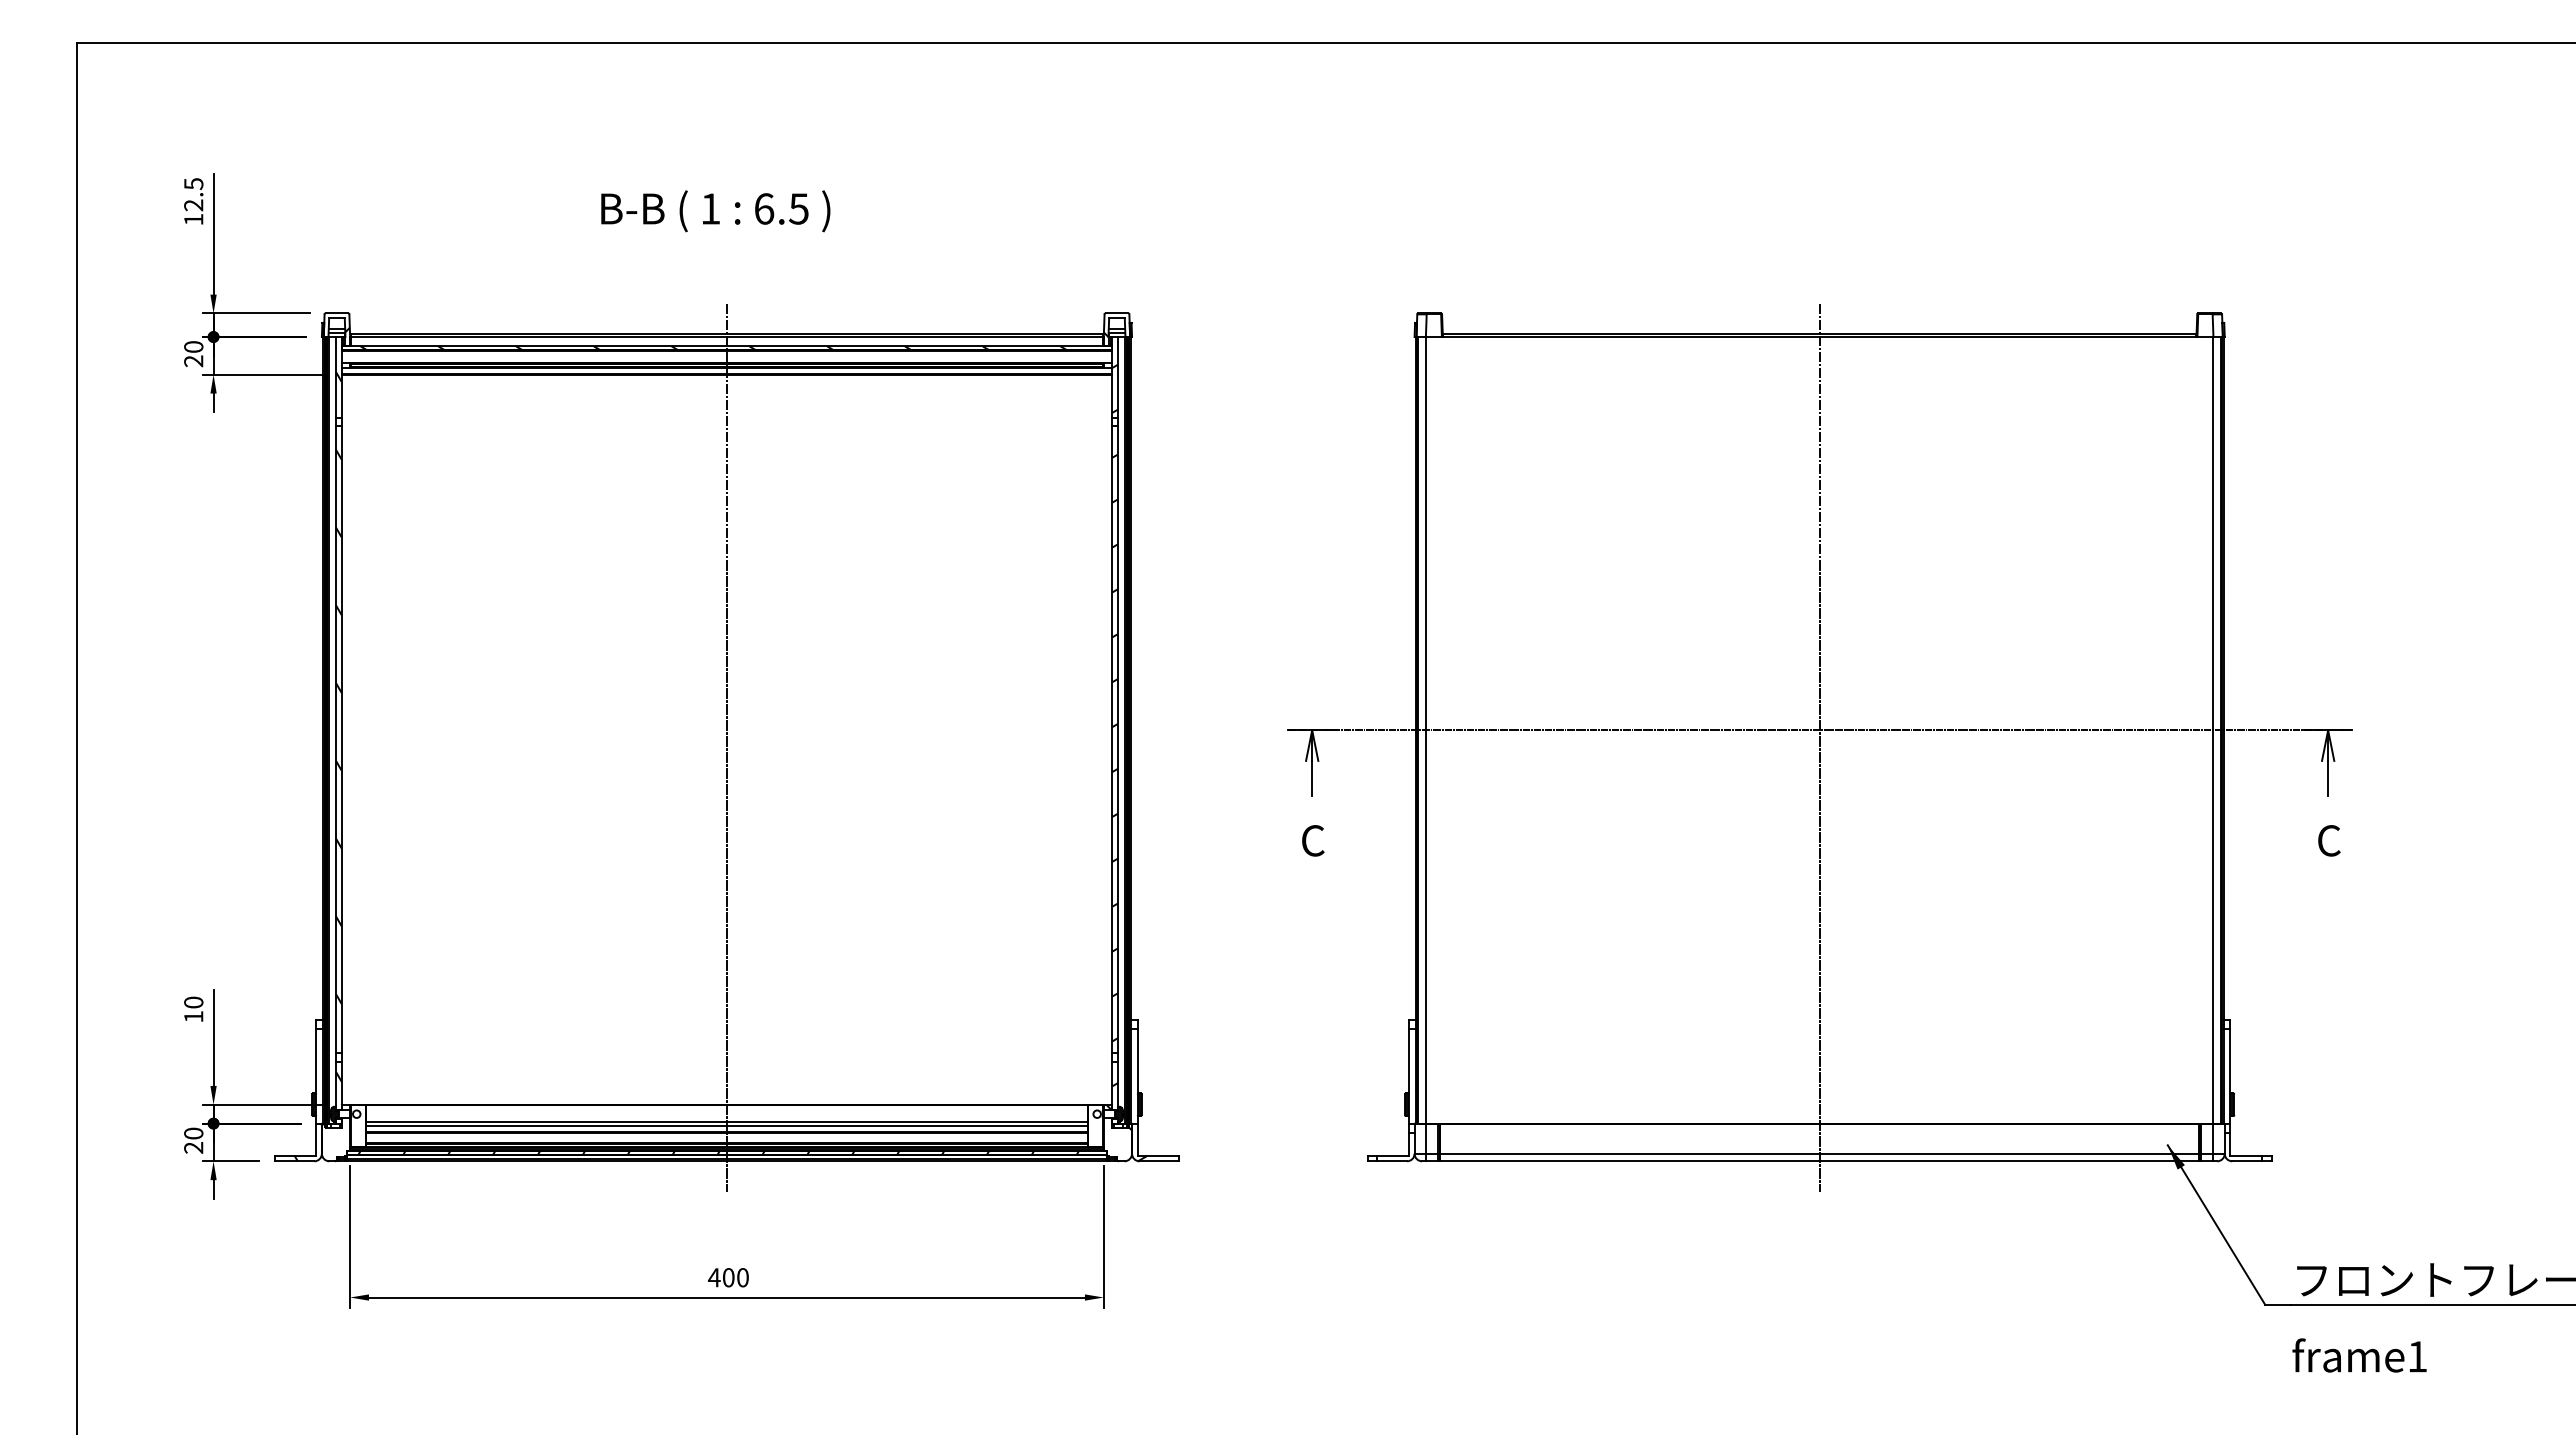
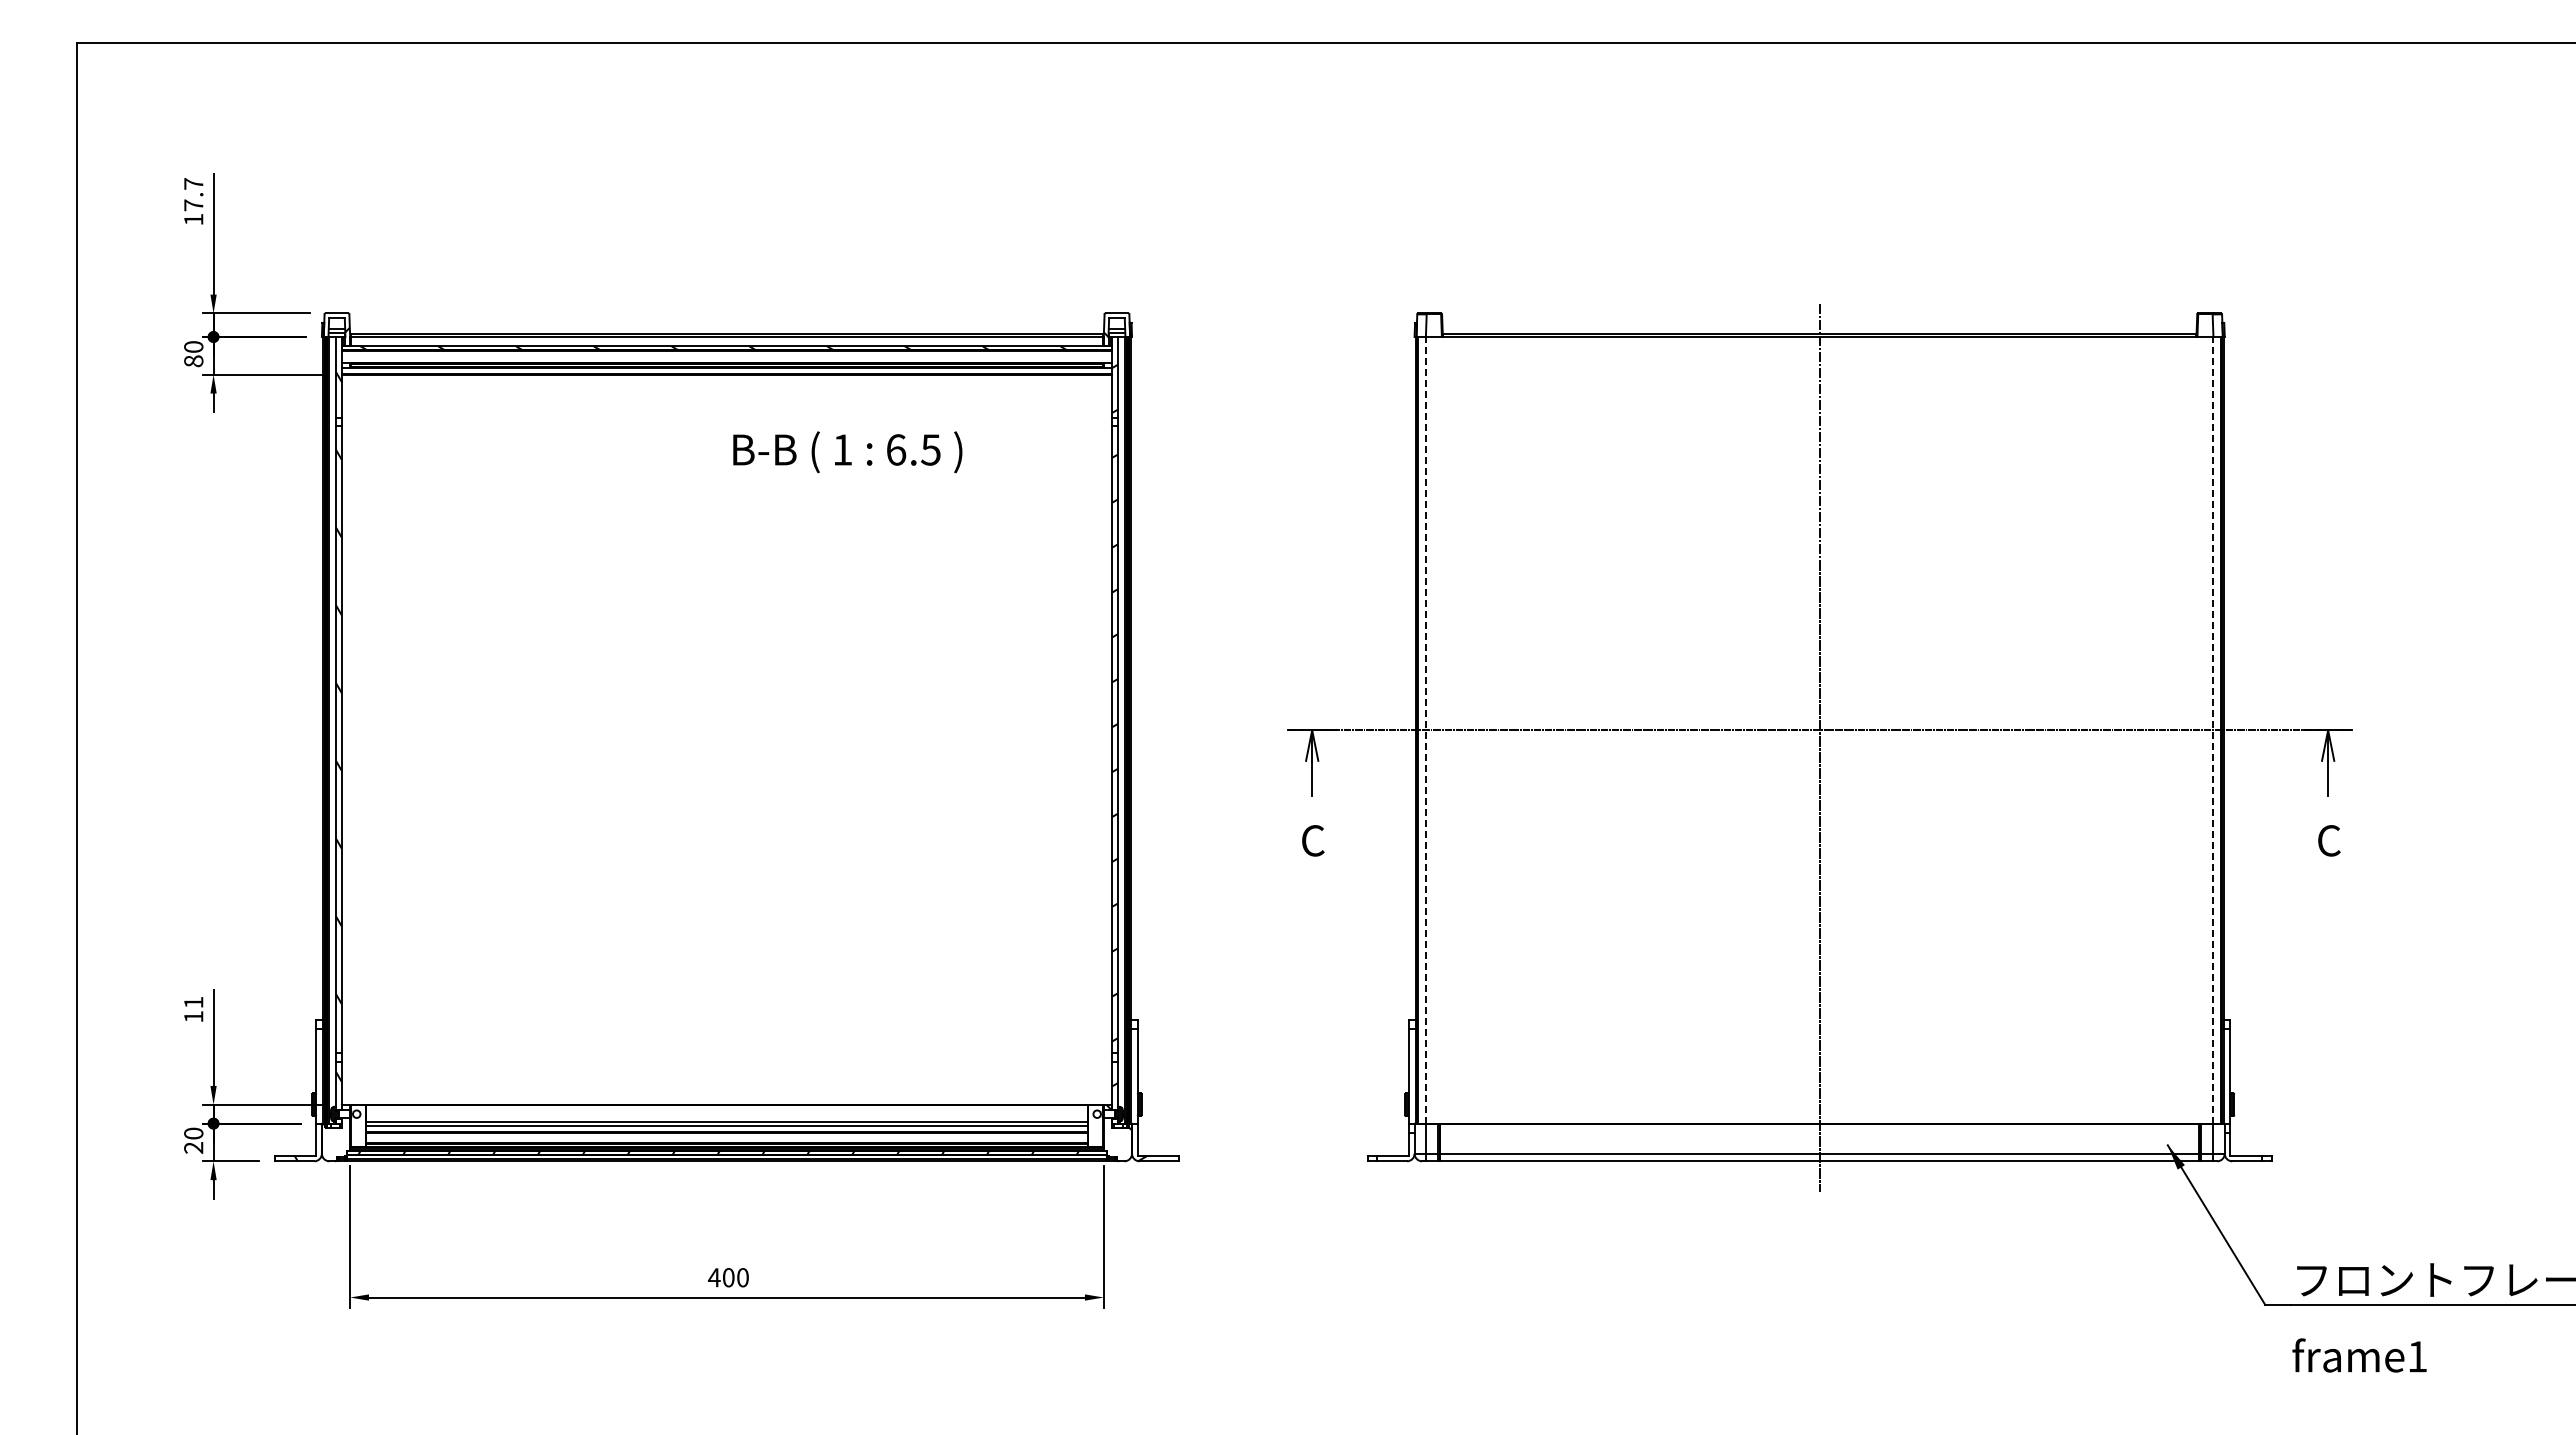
text at (193, 194): 12.5 -> 17.7
text at (715, 211) position: (715, 211) -> (847, 452)
text at (193, 361): 20 -> 80
line at (1426, 729): solid -> dashed
line at (2212, 729): solid -> dashed
line at (726, 747): present -> none
text at (193, 1002): 10 -> 11
